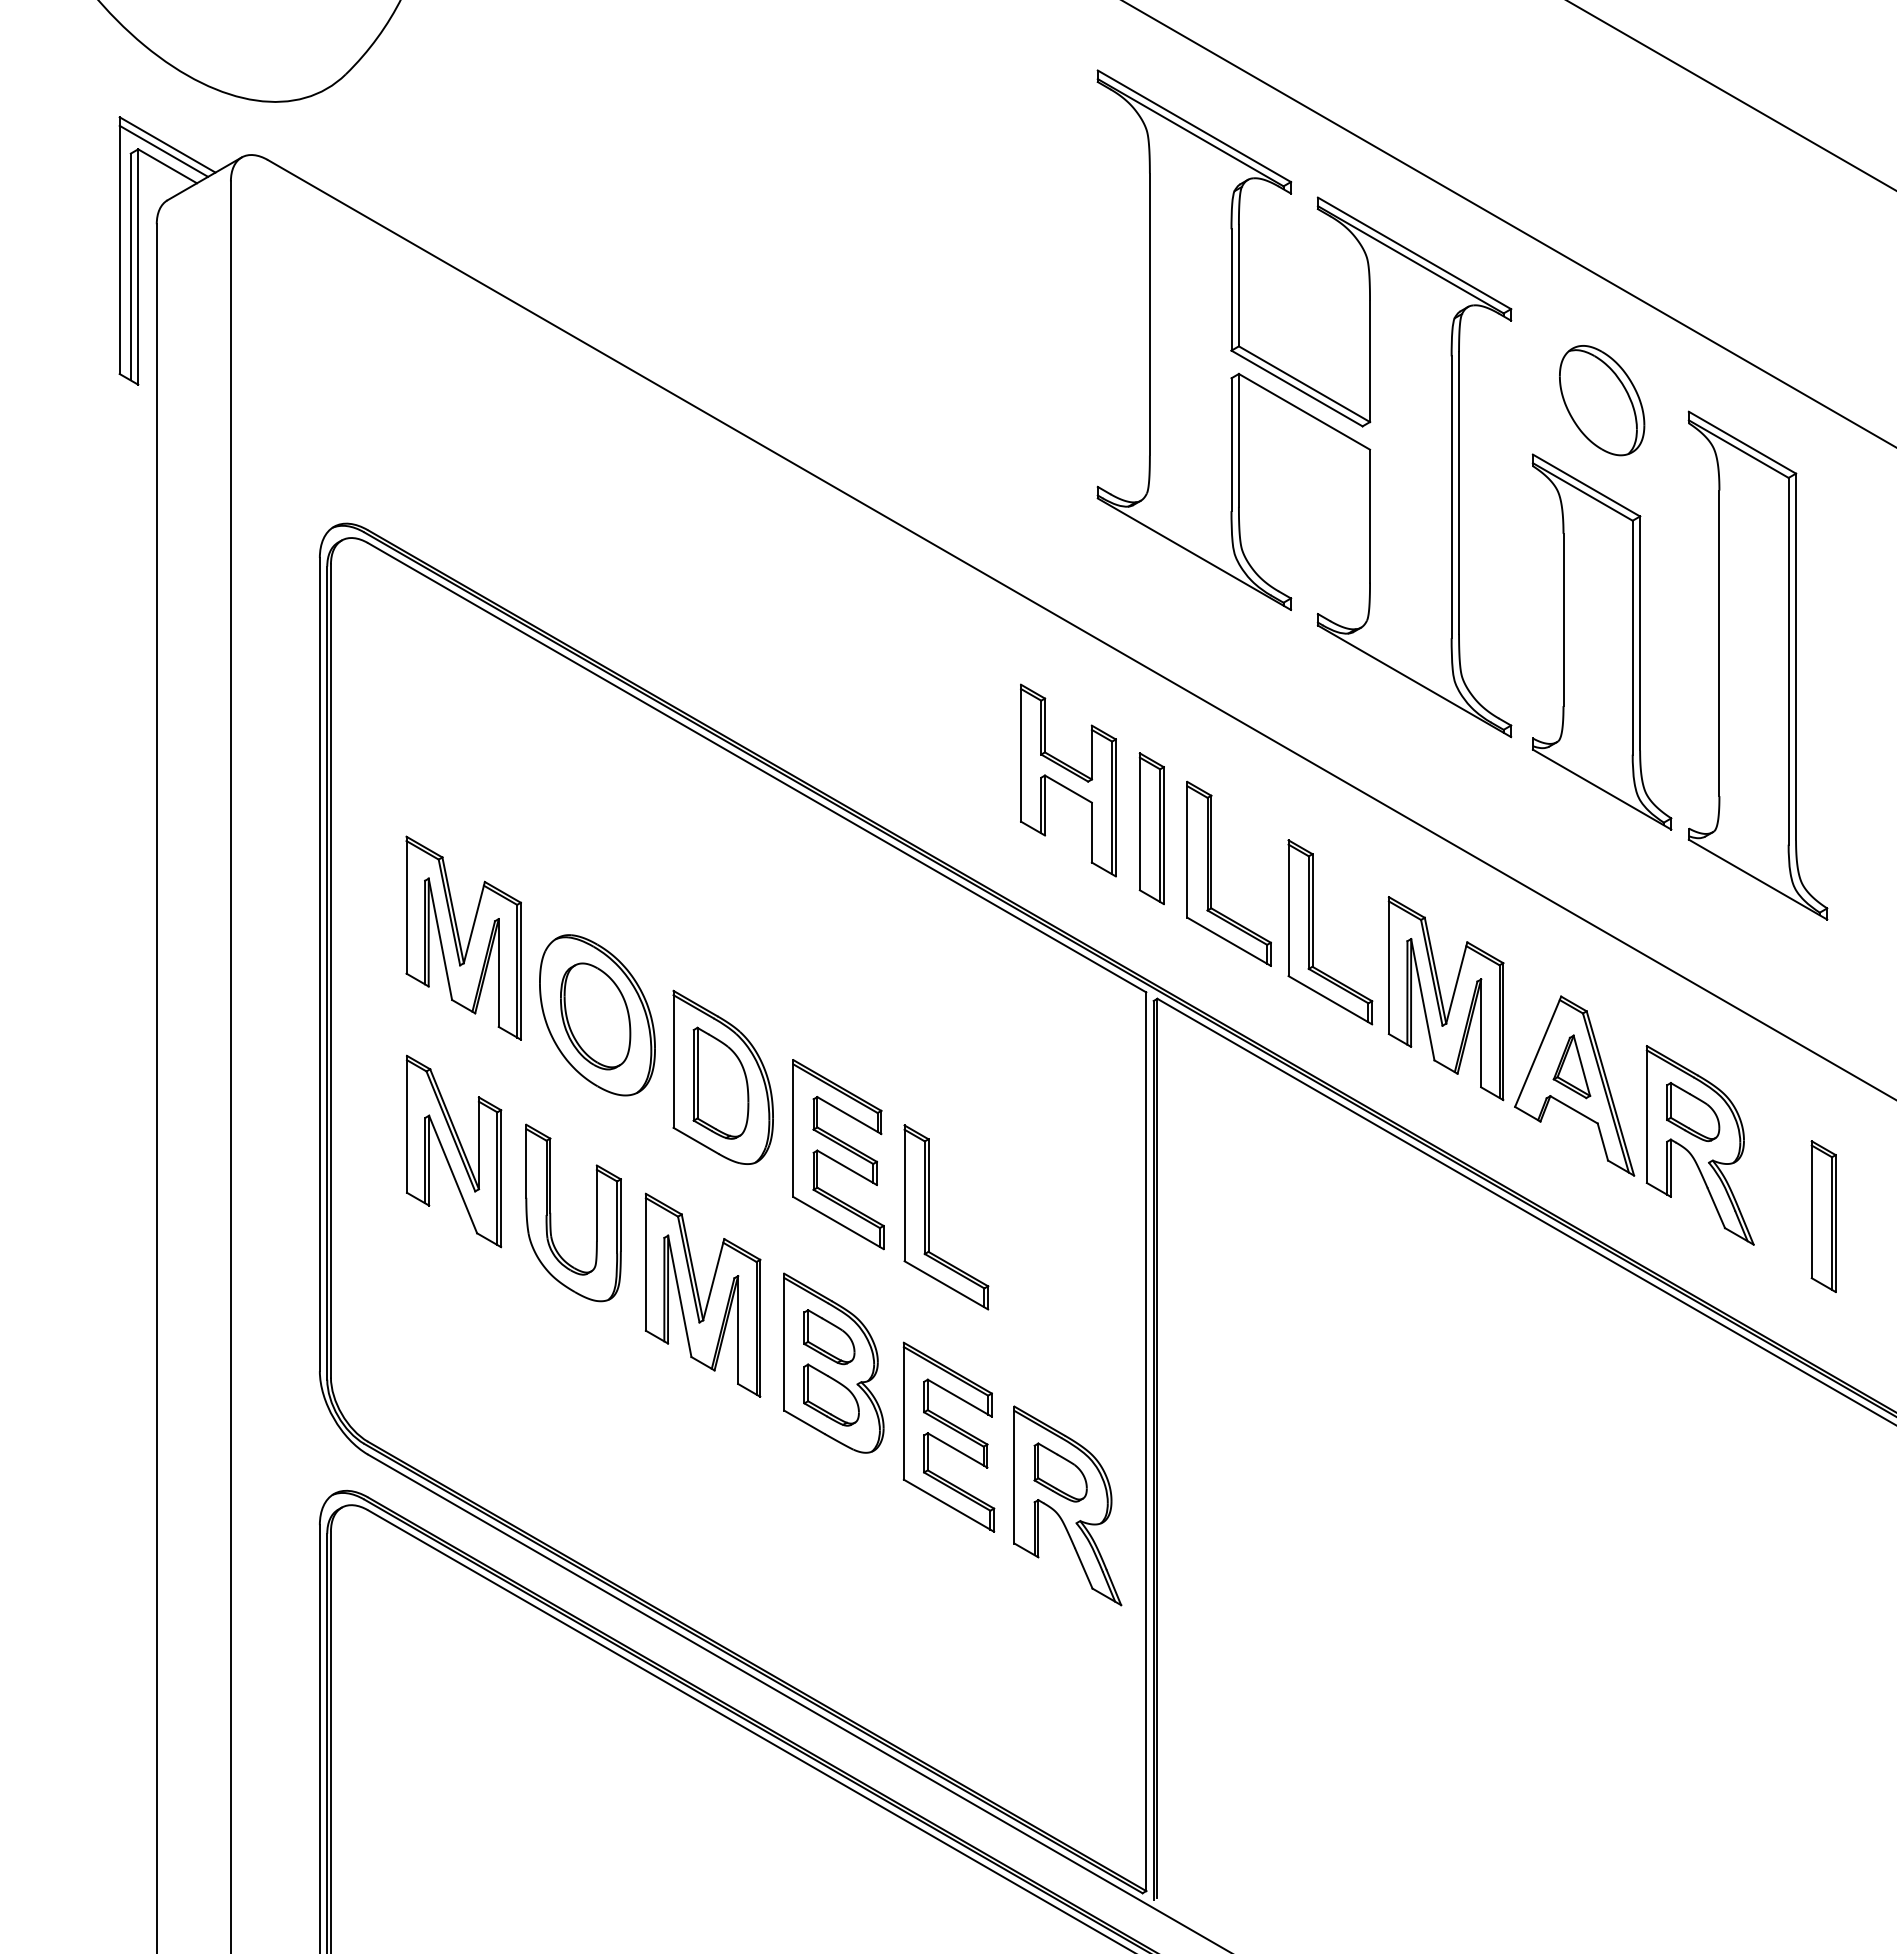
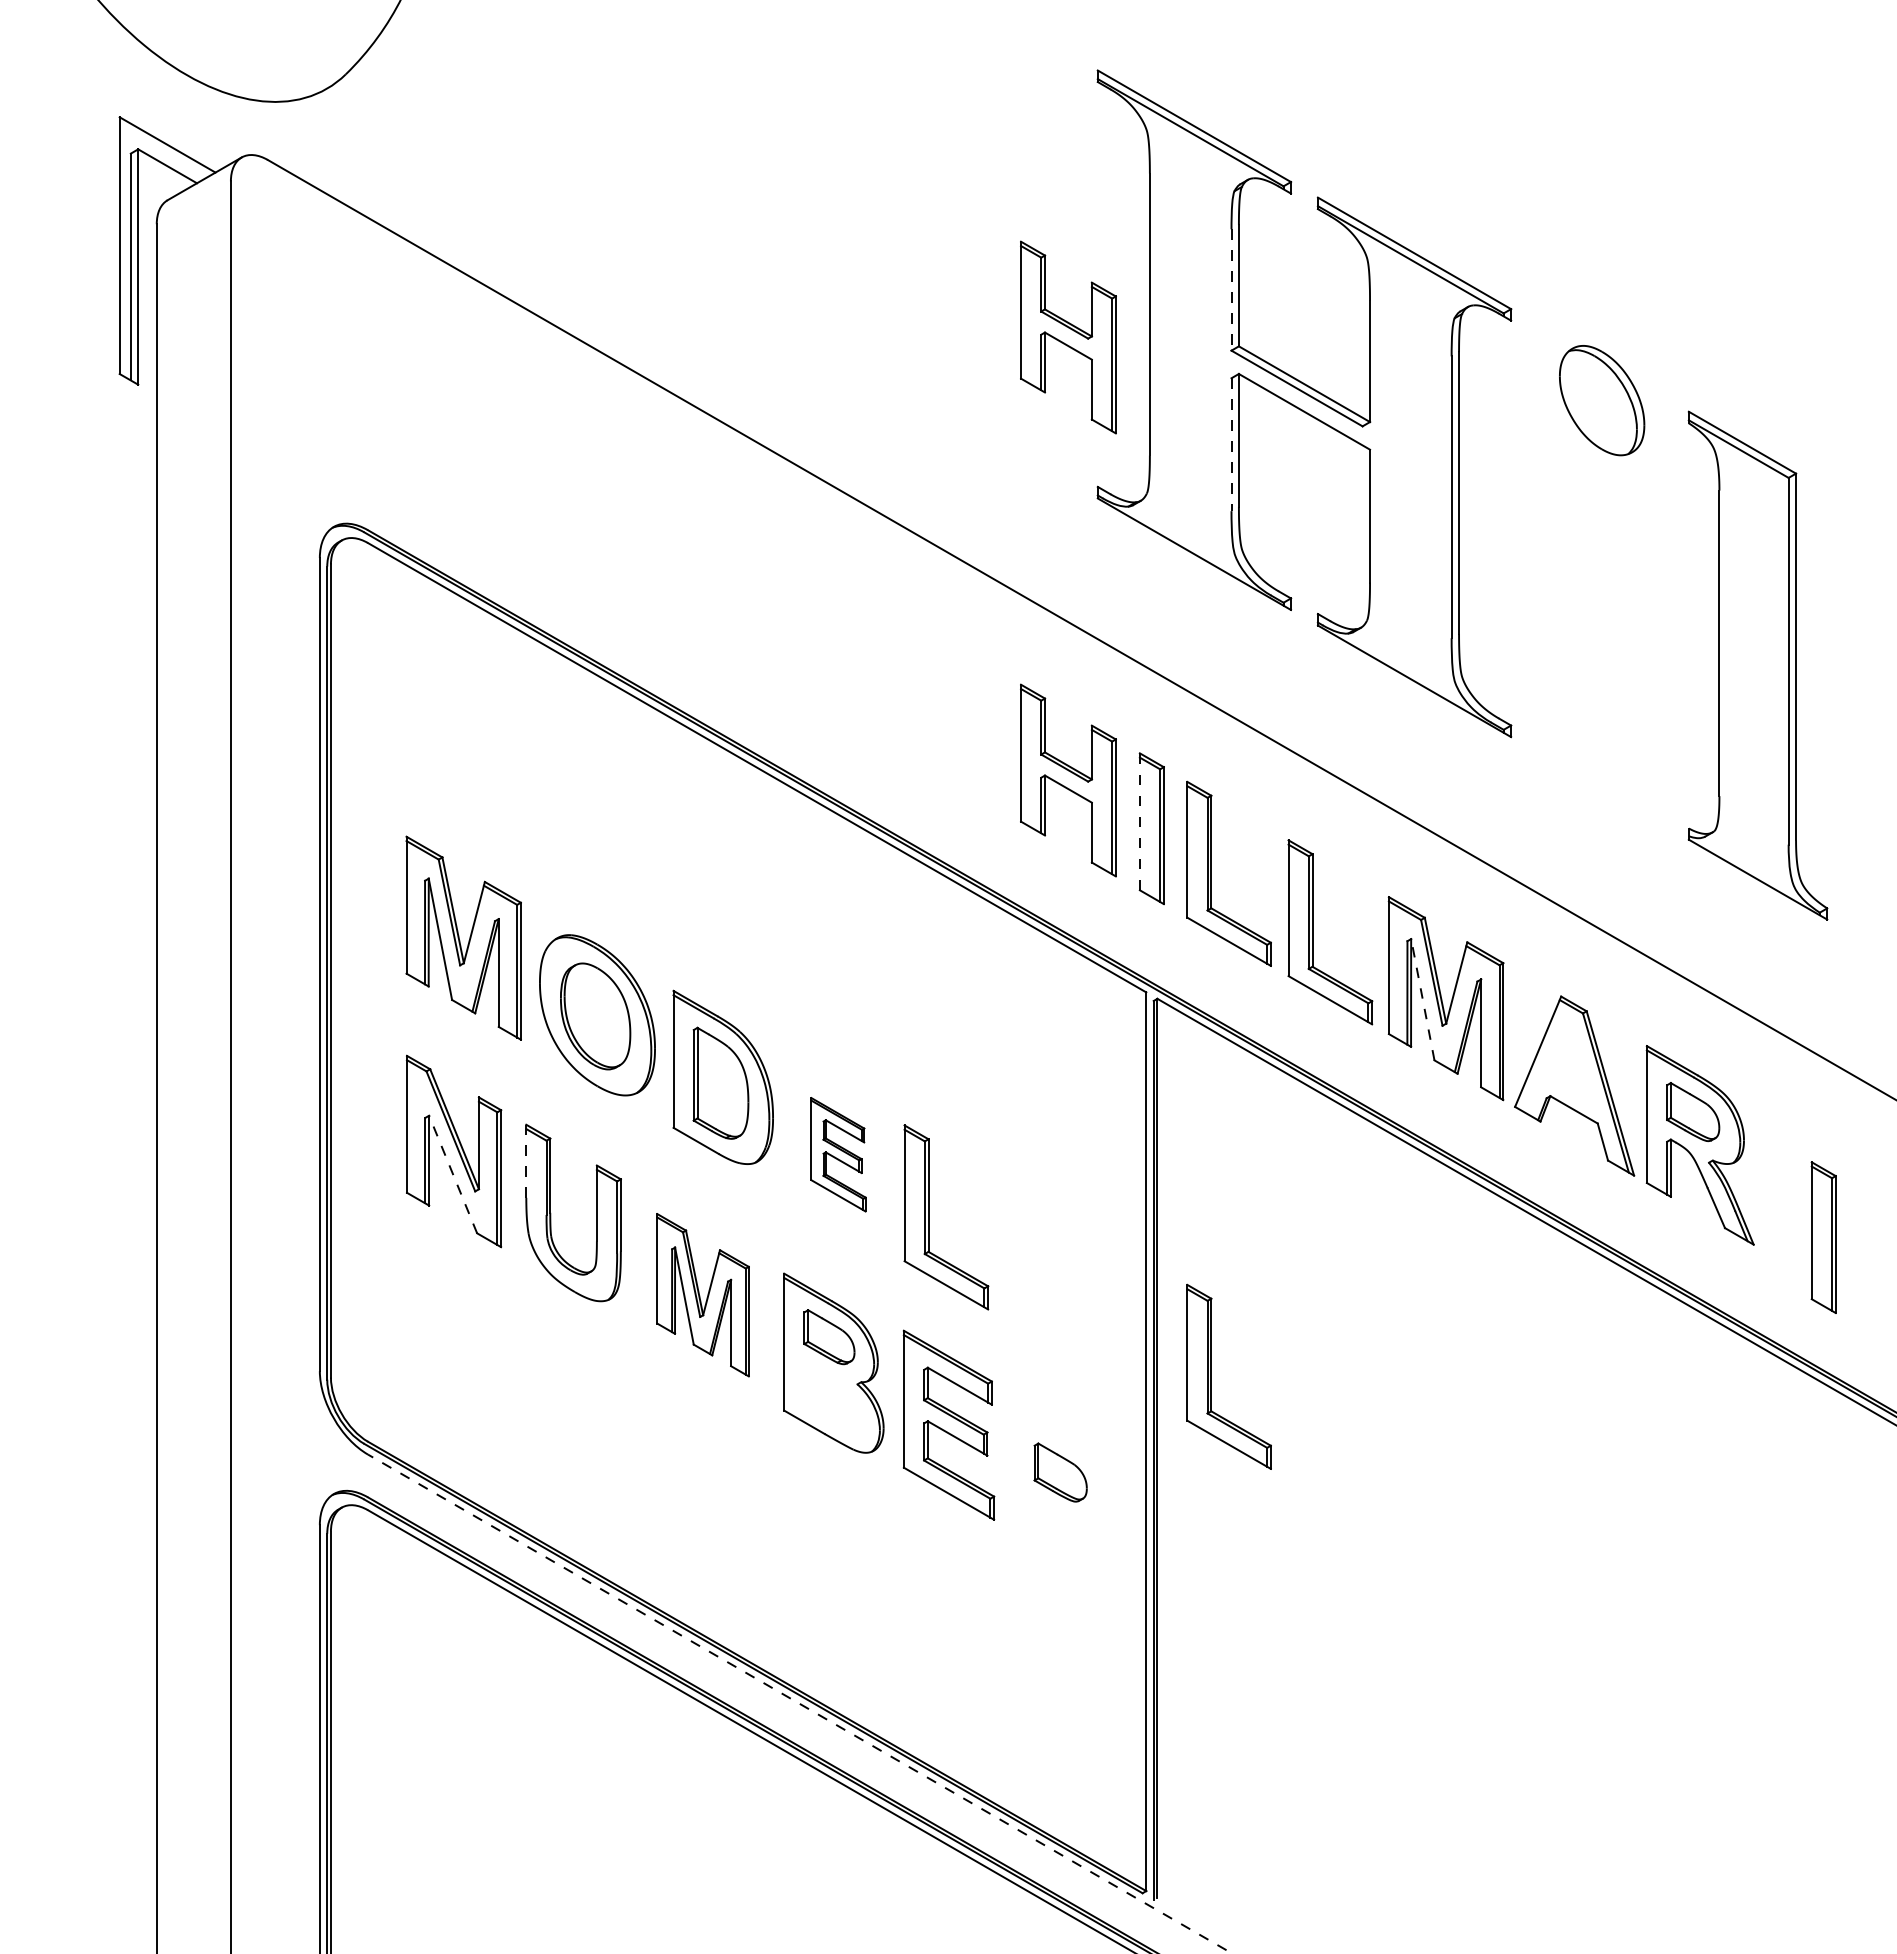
line at (1731, 95): present -> none
line at (163, 150): present -> none
line at (1508, 223): present -> none
line at (1231, 290): solid -> dashed
part at (1068, 337): none -> present
line at (1231, 445): solid -> dashed
part at (1601, 641): present -> none
line at (1139, 821): solid -> dashed
line at (1422, 999): solid -> dashed
part at (1571, 1066): present -> none
part at (838, 1154) size: 93x192 px -> 57x116 px
line at (526, 1161): solid -> dashed
line at (453, 1174): solid -> dashed
part at (1823, 1216) position: (1823, 1216) -> (1823, 1237)
part at (702, 1294) size: 118x206 px -> 94x165 px
part at (1211, 1376): none -> present
part at (831, 1394): present -> none
part at (948, 1436) position: (948, 1436) -> (948, 1424)
part at (1067, 1505): present -> none
line at (800, 1704): solid -> dashed
